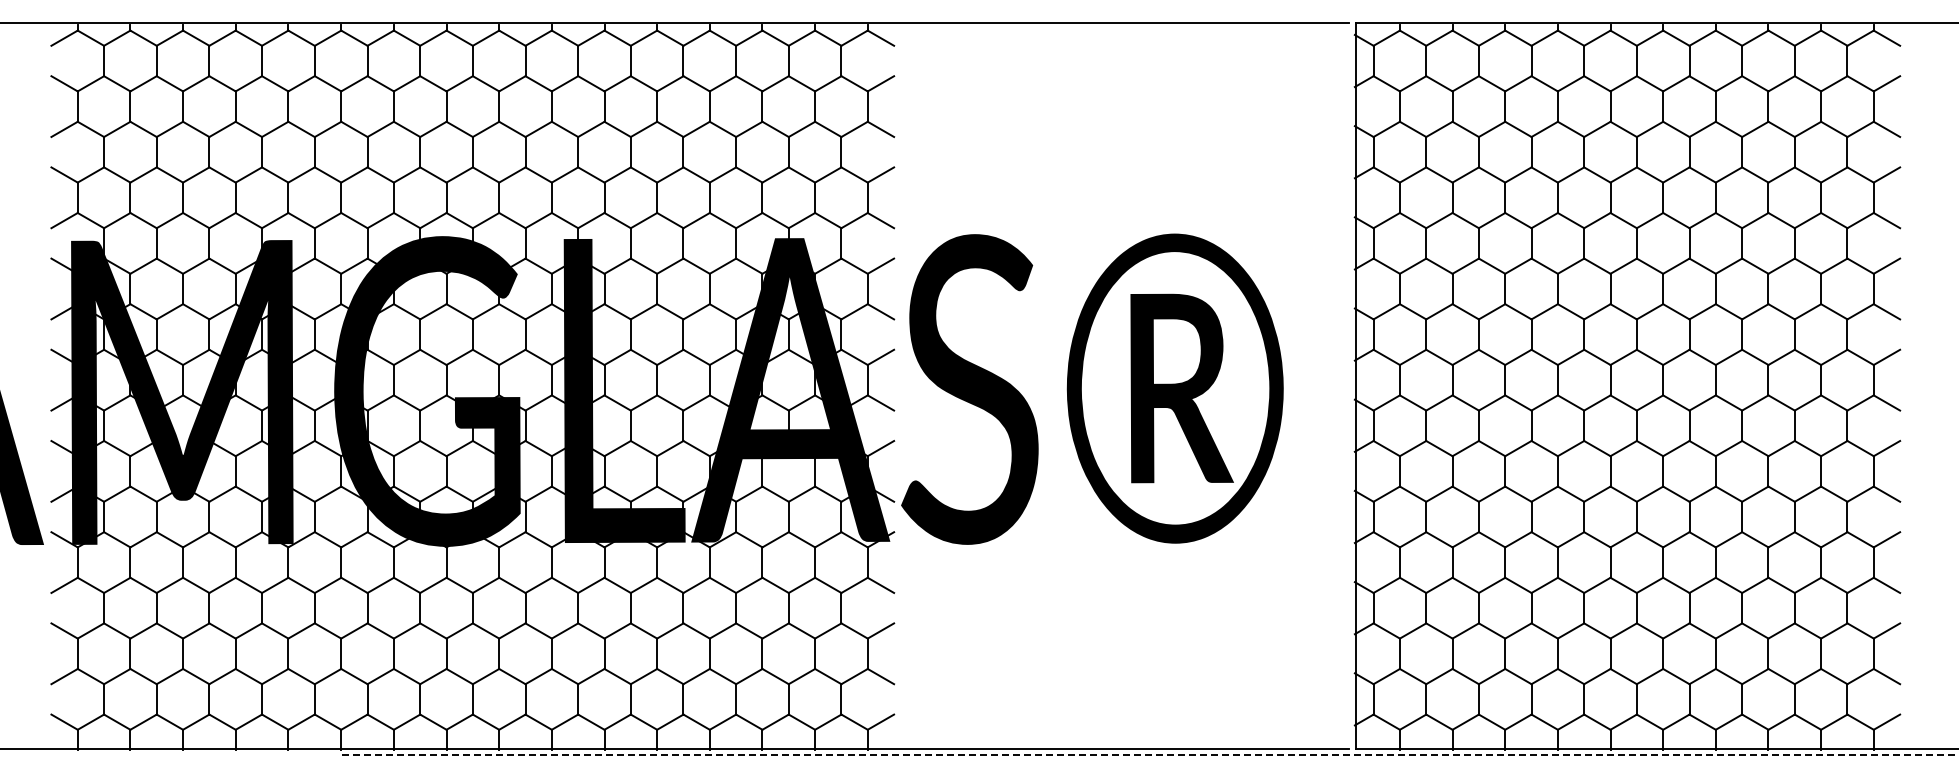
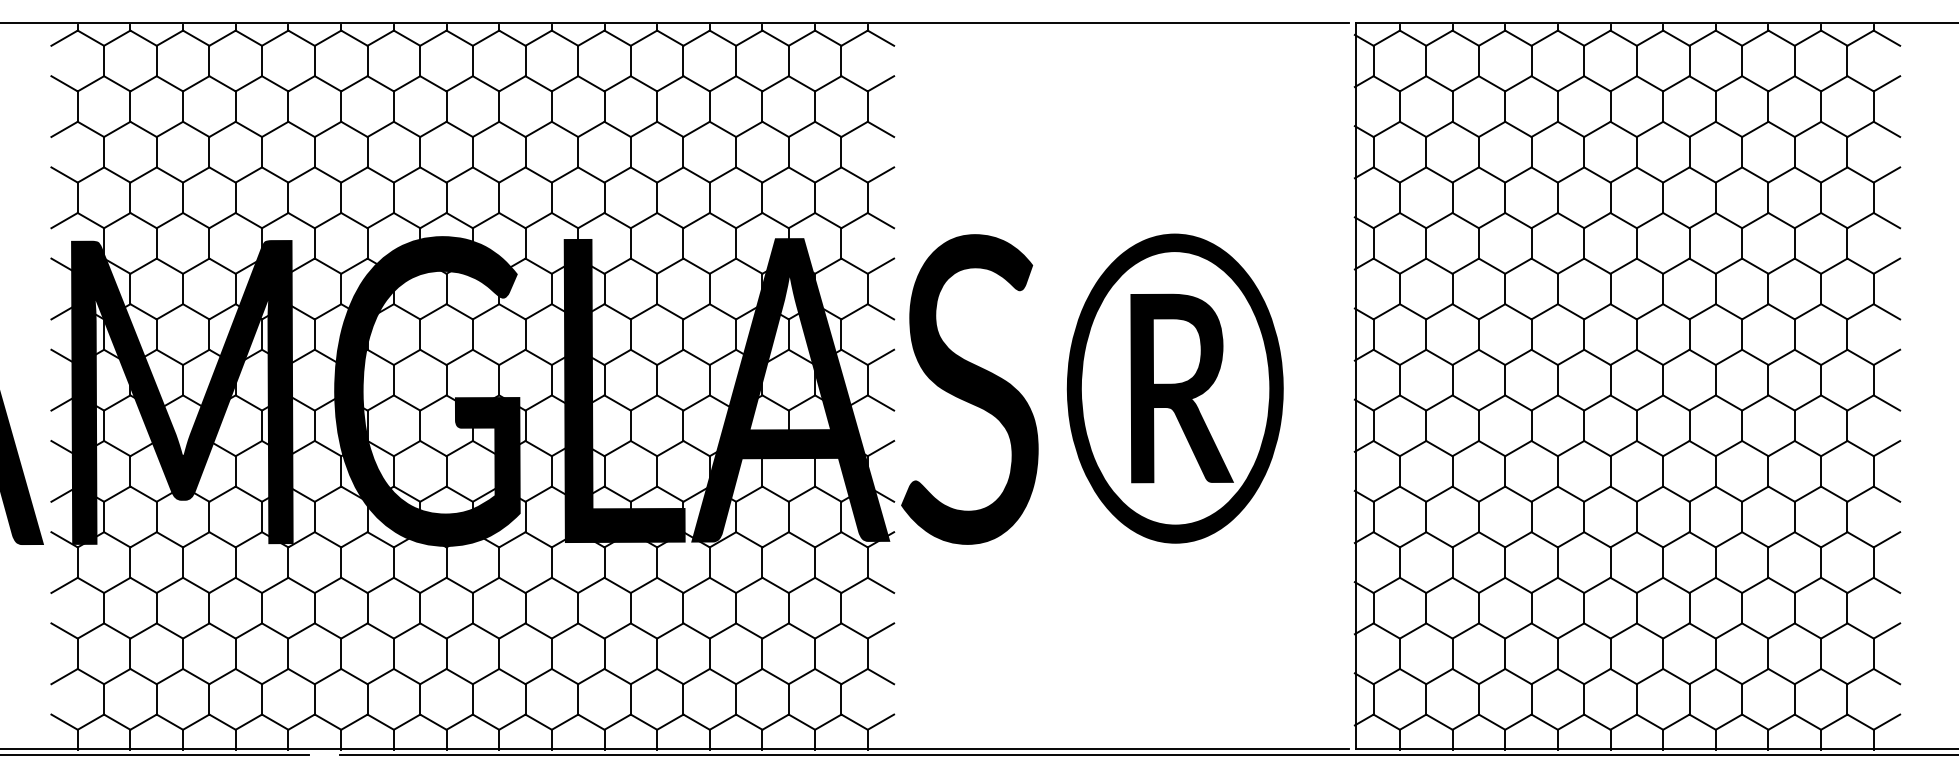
line at (155, 755): none -> present
line at (1148, 755): dashed -> solid
